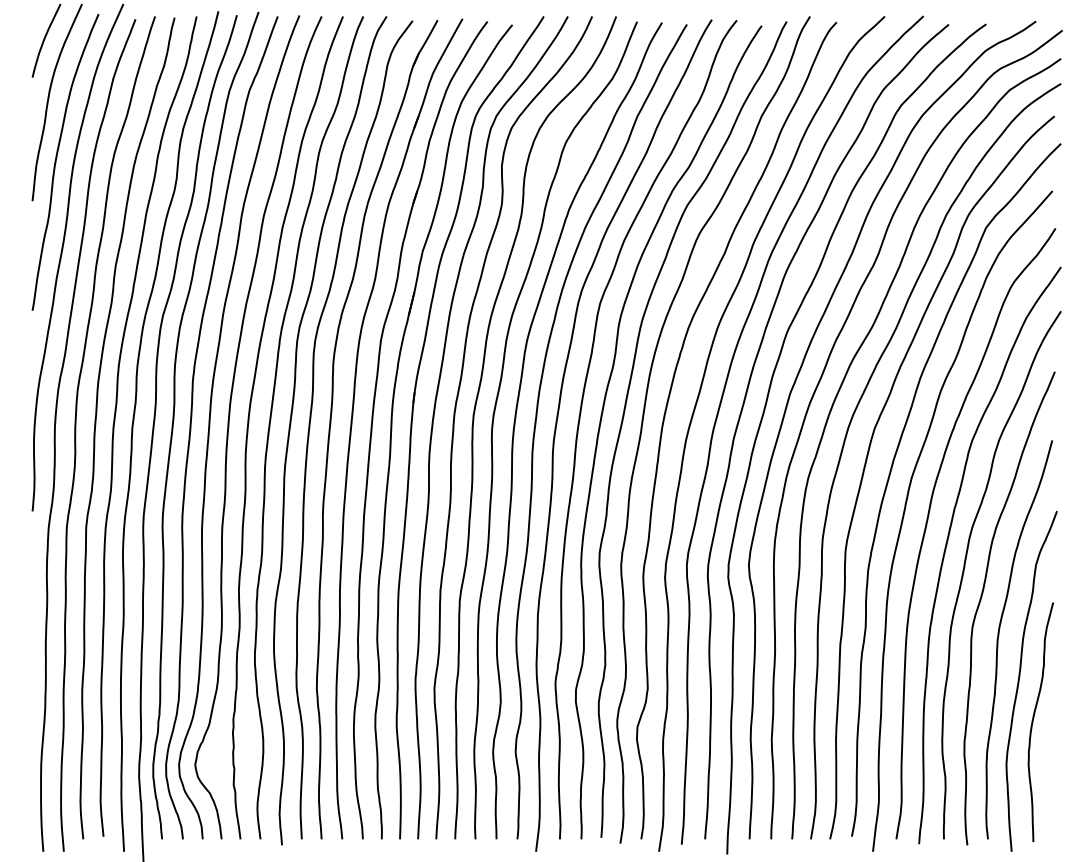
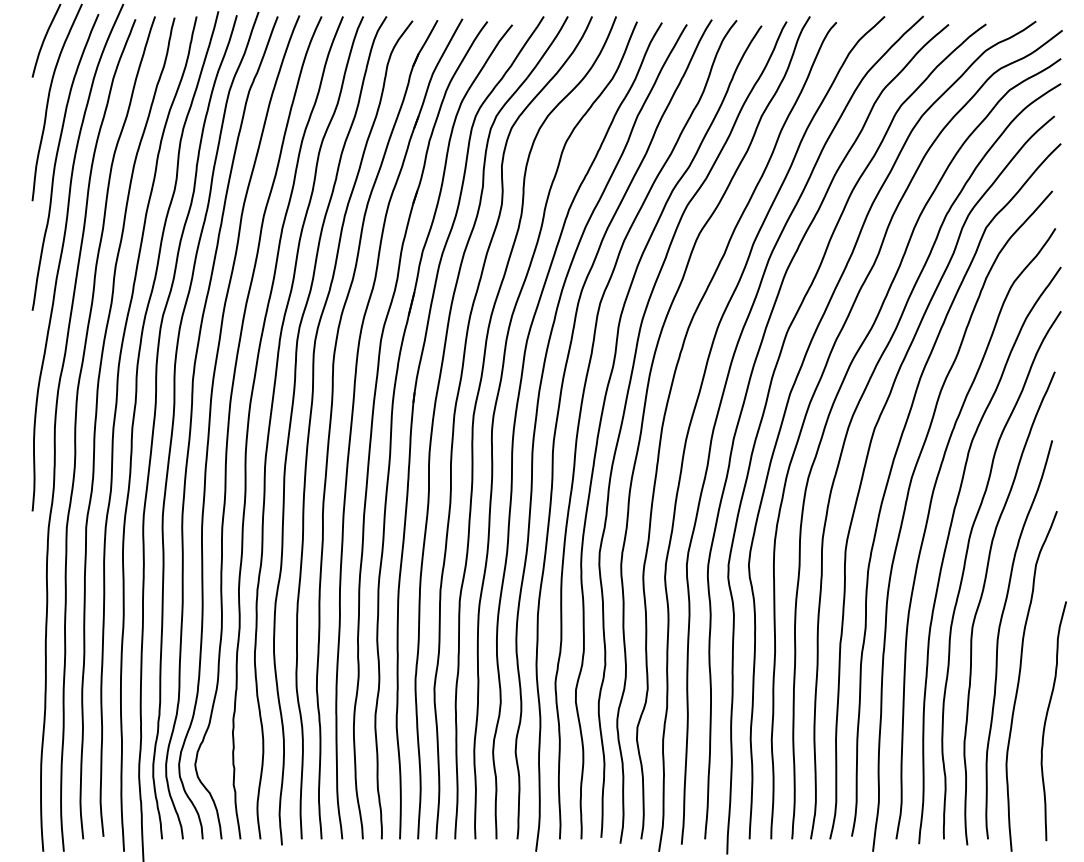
curve at (1033, 722) position: (1033, 722) -> (1046, 721)
